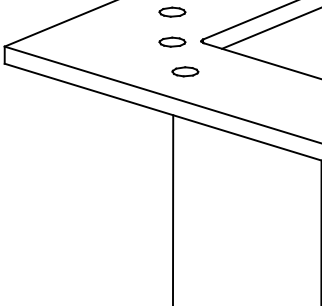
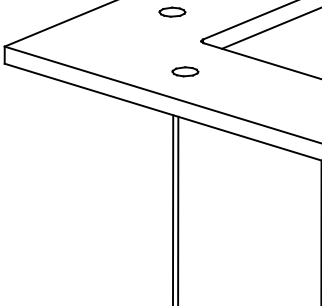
part at (172, 41): present -> none
line at (178, 209): none -> present
